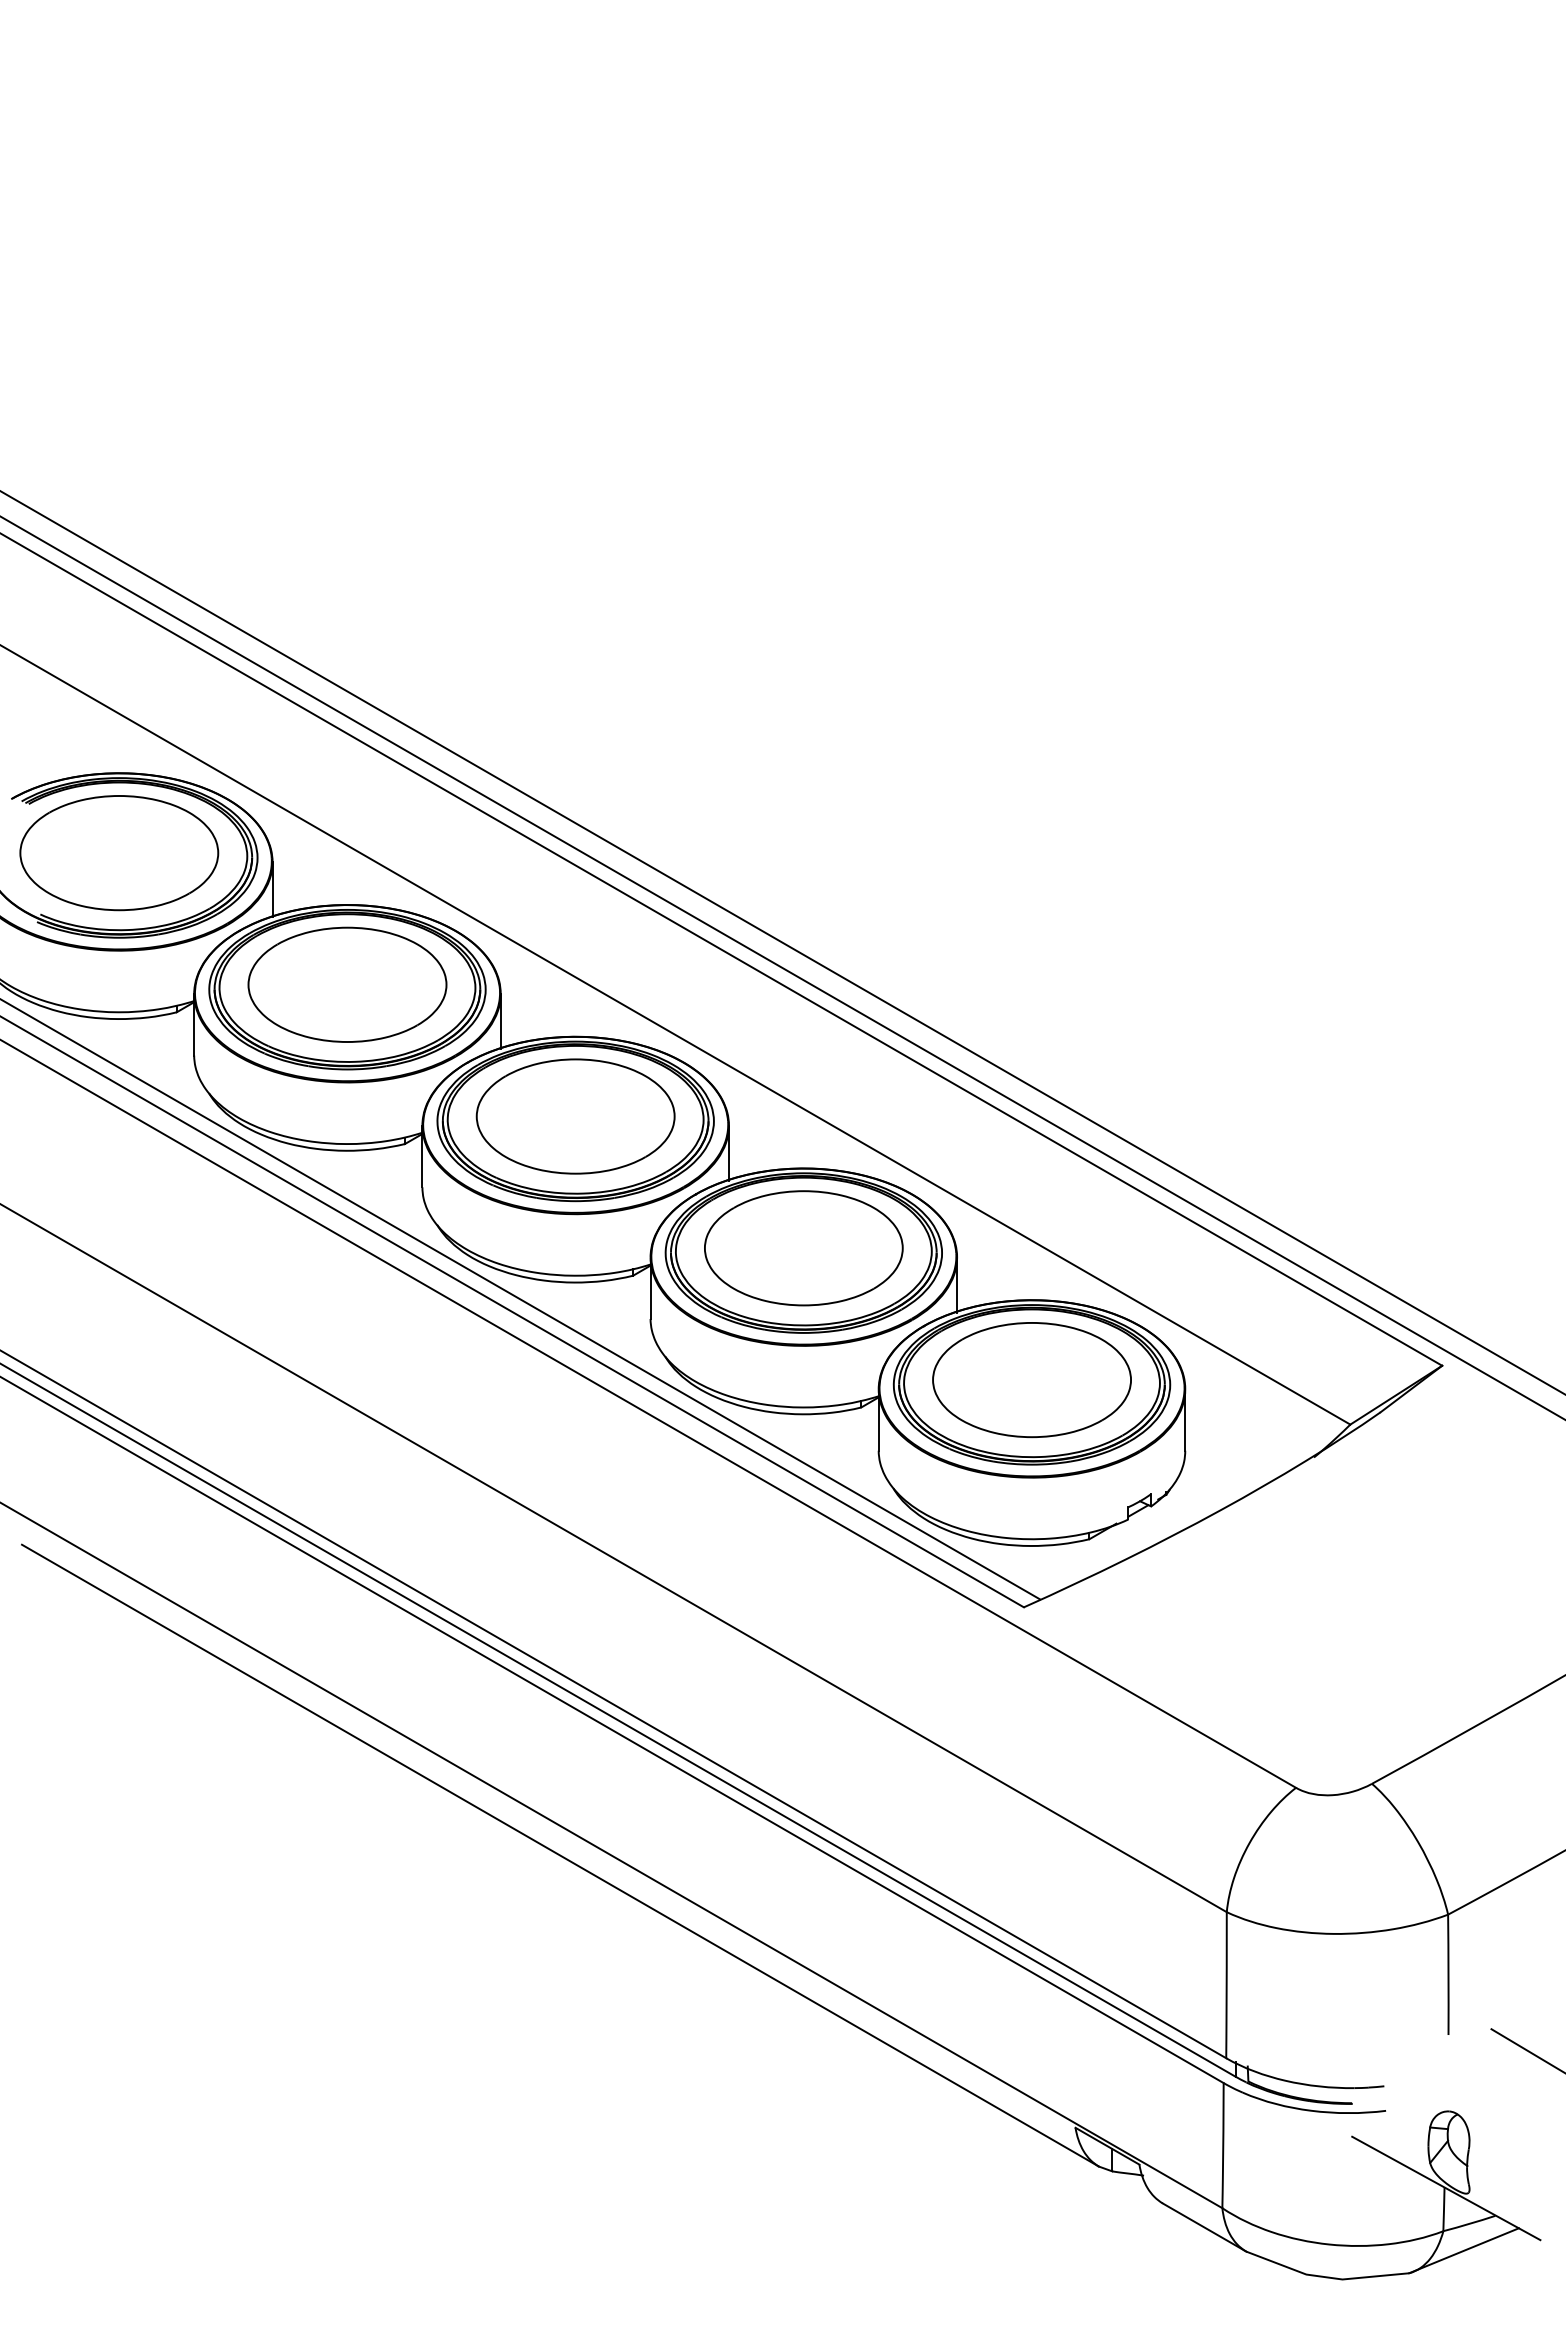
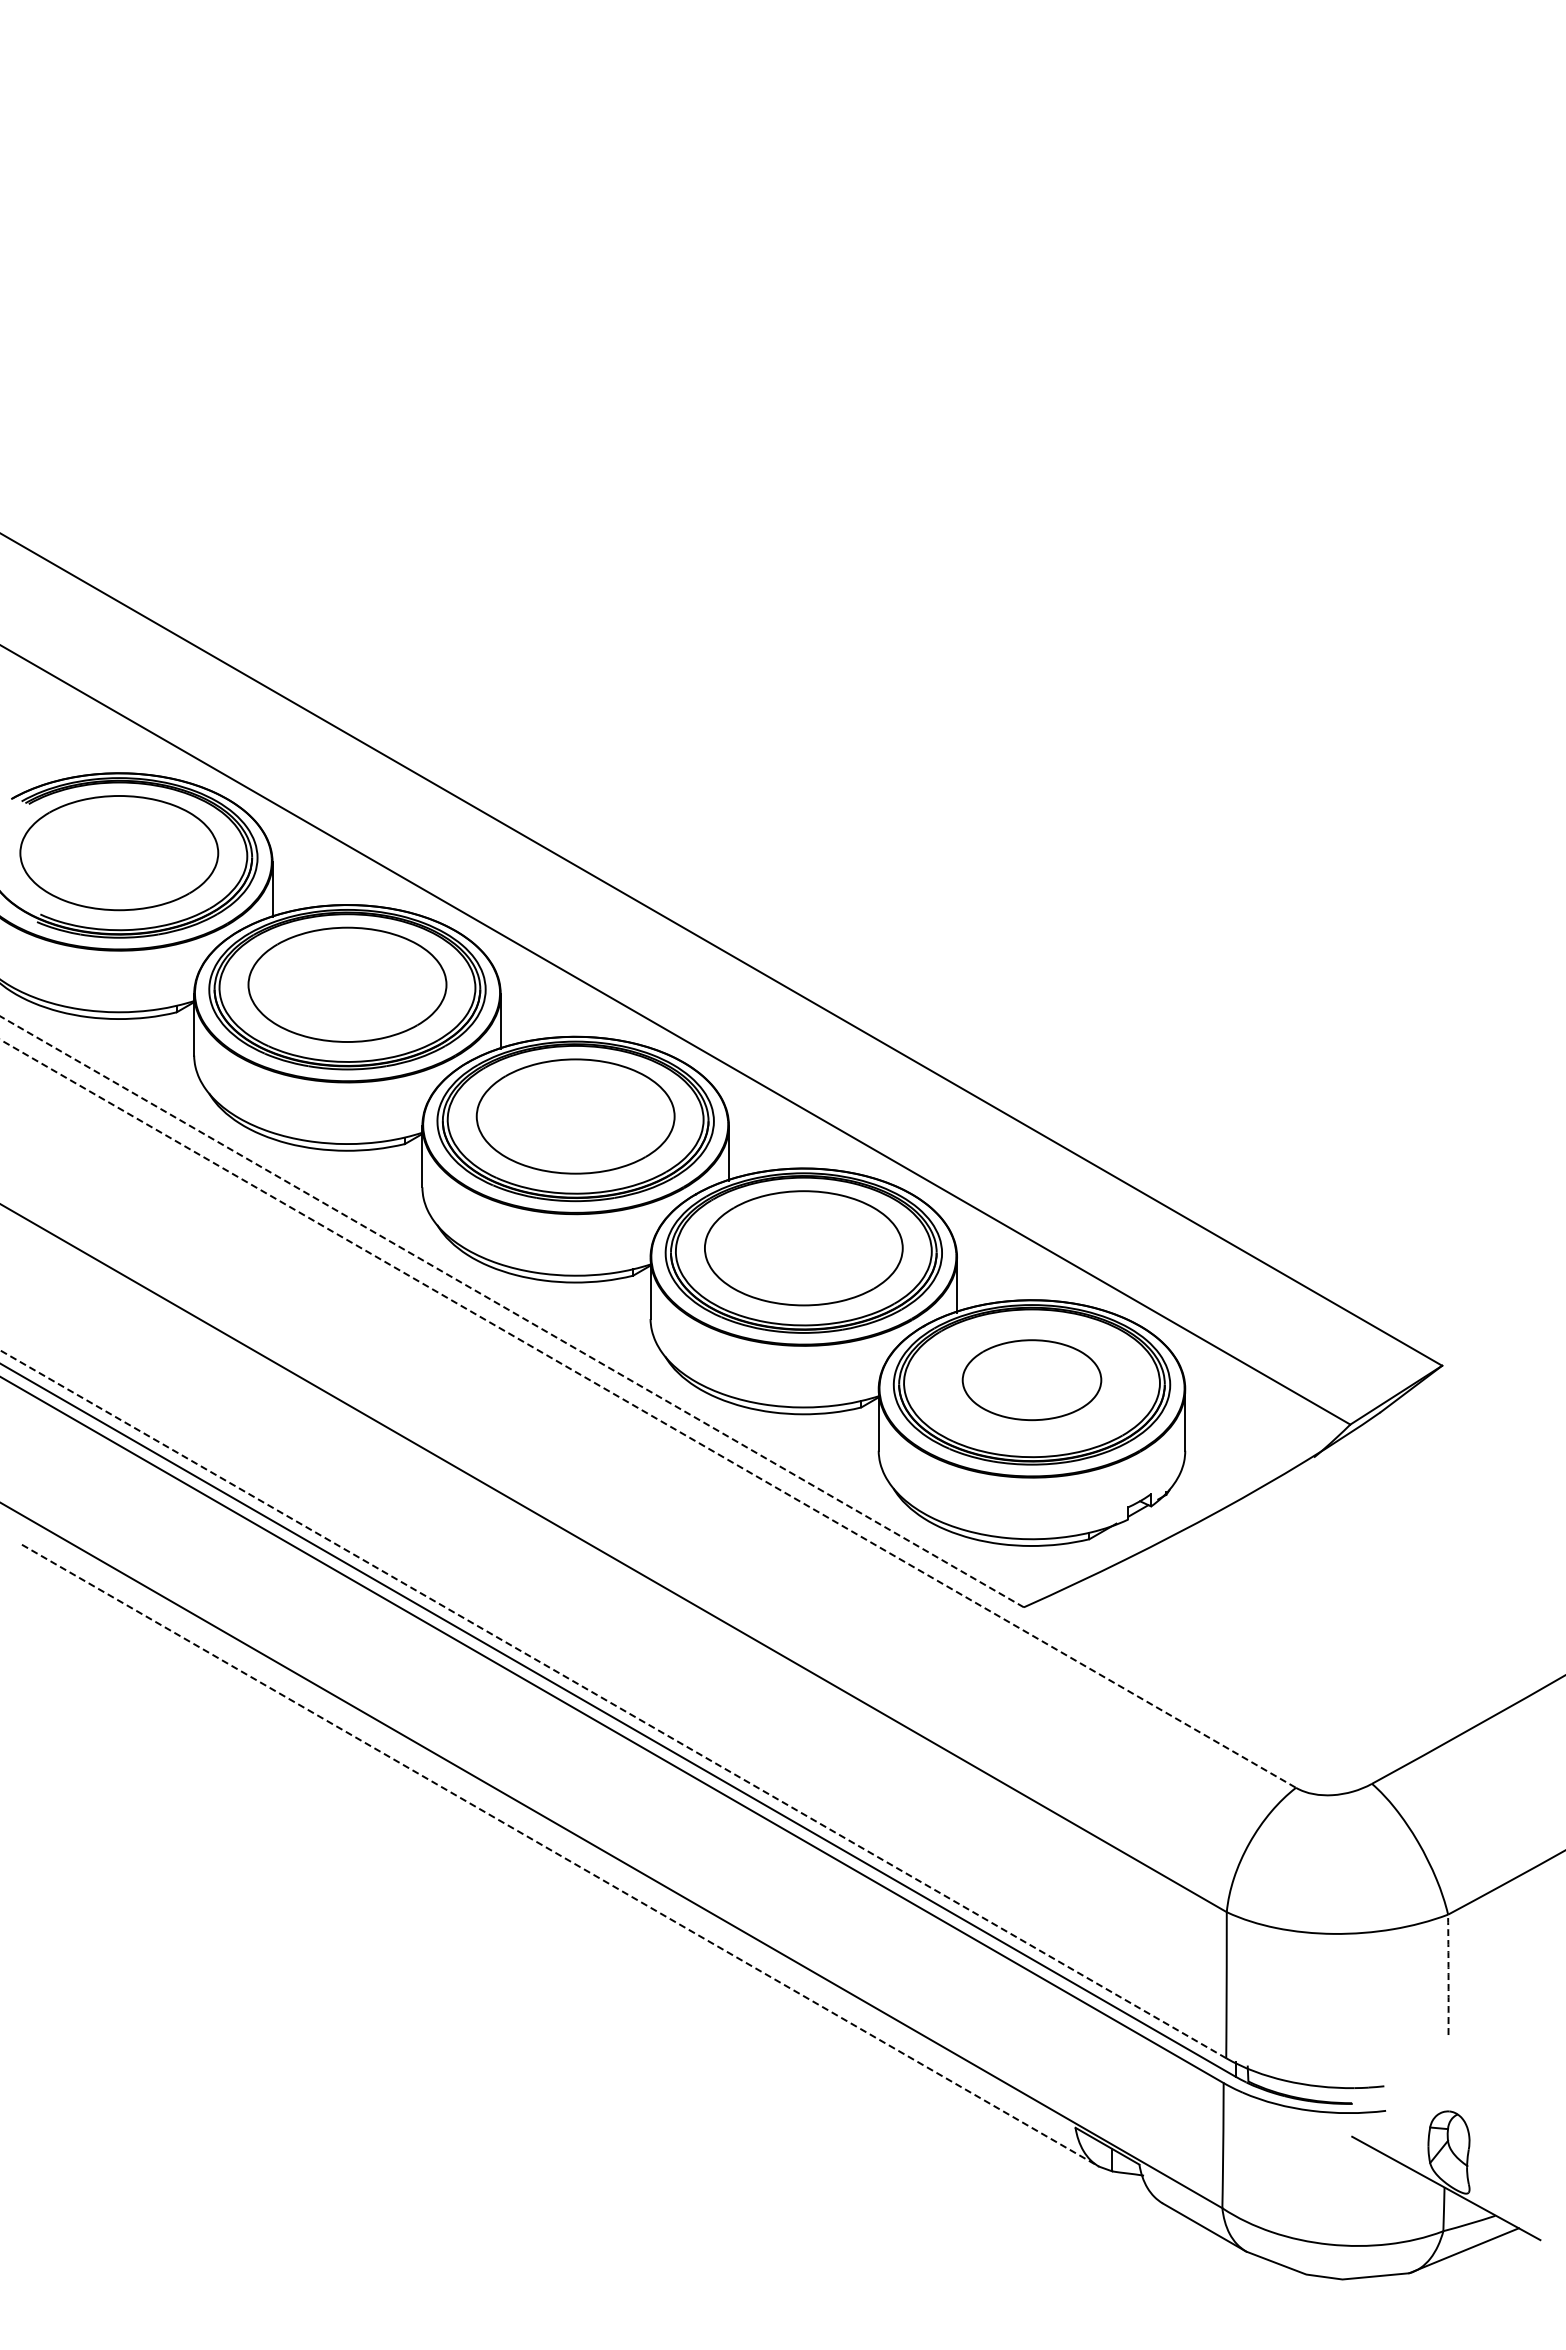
line at (782, 942): present -> none
line at (782, 967): present -> none
line at (521, 1299): present -> none
line at (512, 1311): solid -> dashed
part at (1031, 1380) size: 200x117 px -> 142x83 px
line at (648, 1413): solid -> dashed
line at (613, 1704): solid -> dashed
line at (560, 1855): solid -> dashed
arc at (1448, 1974): solid -> dashed
line at (1526, 2050): present -> none
